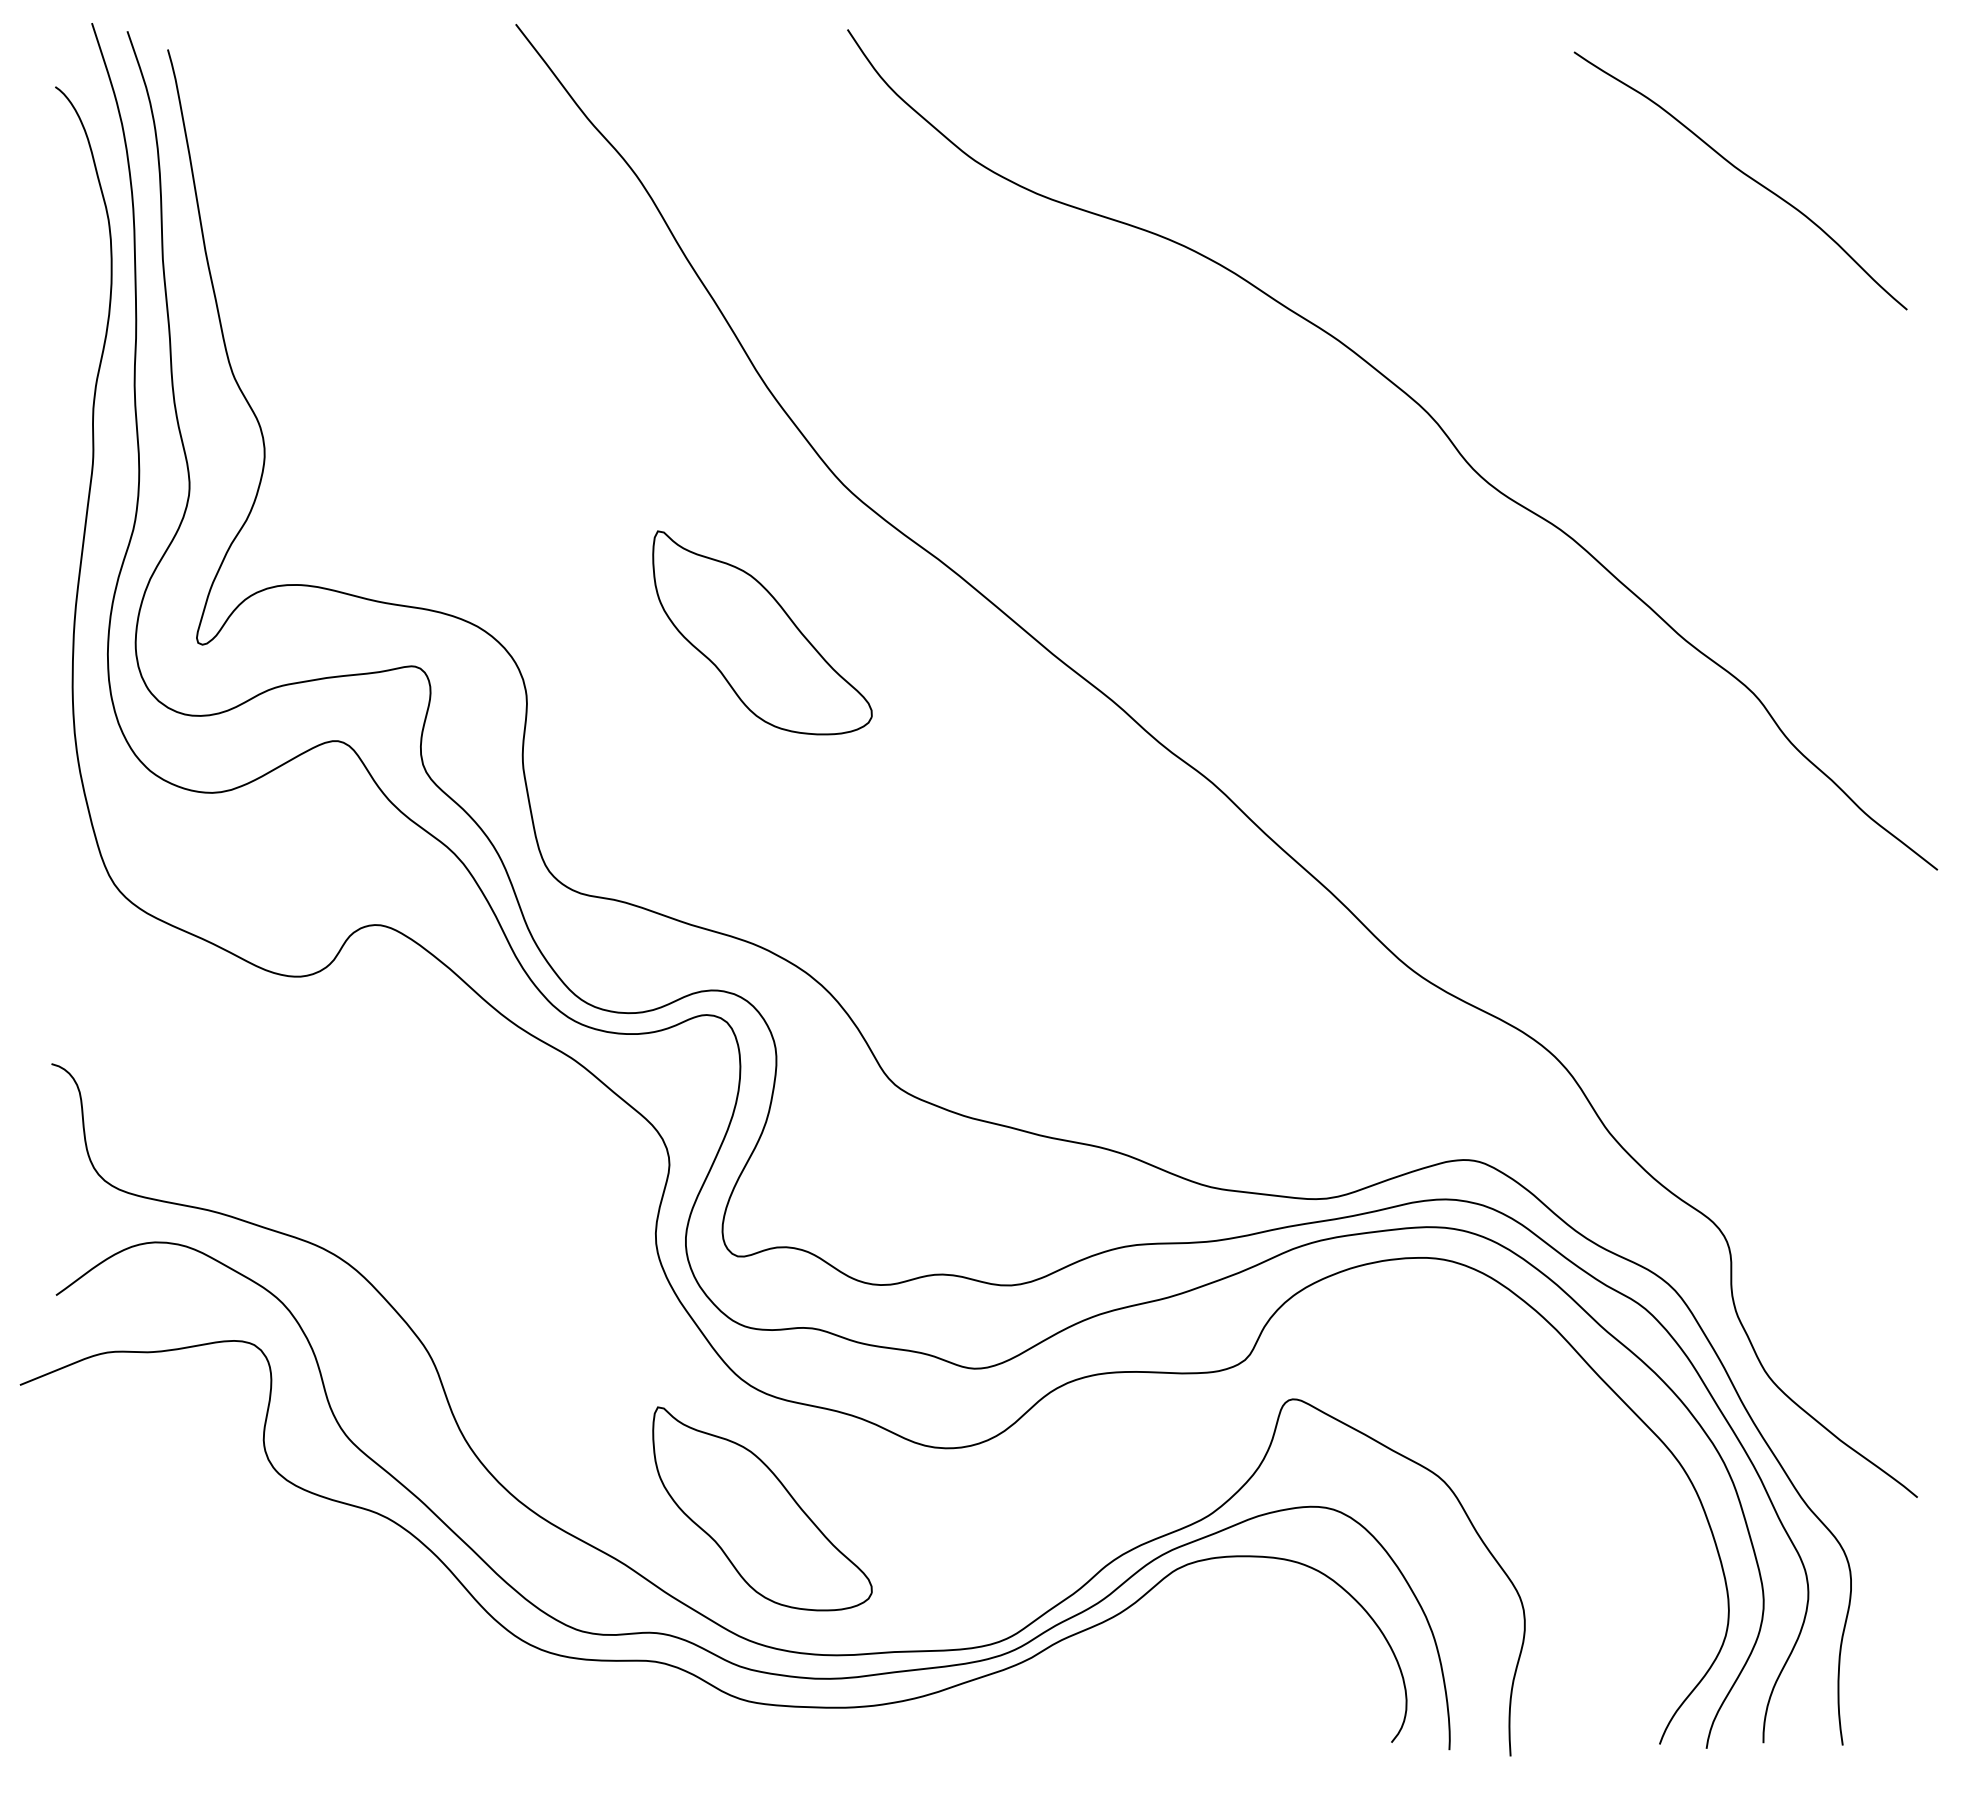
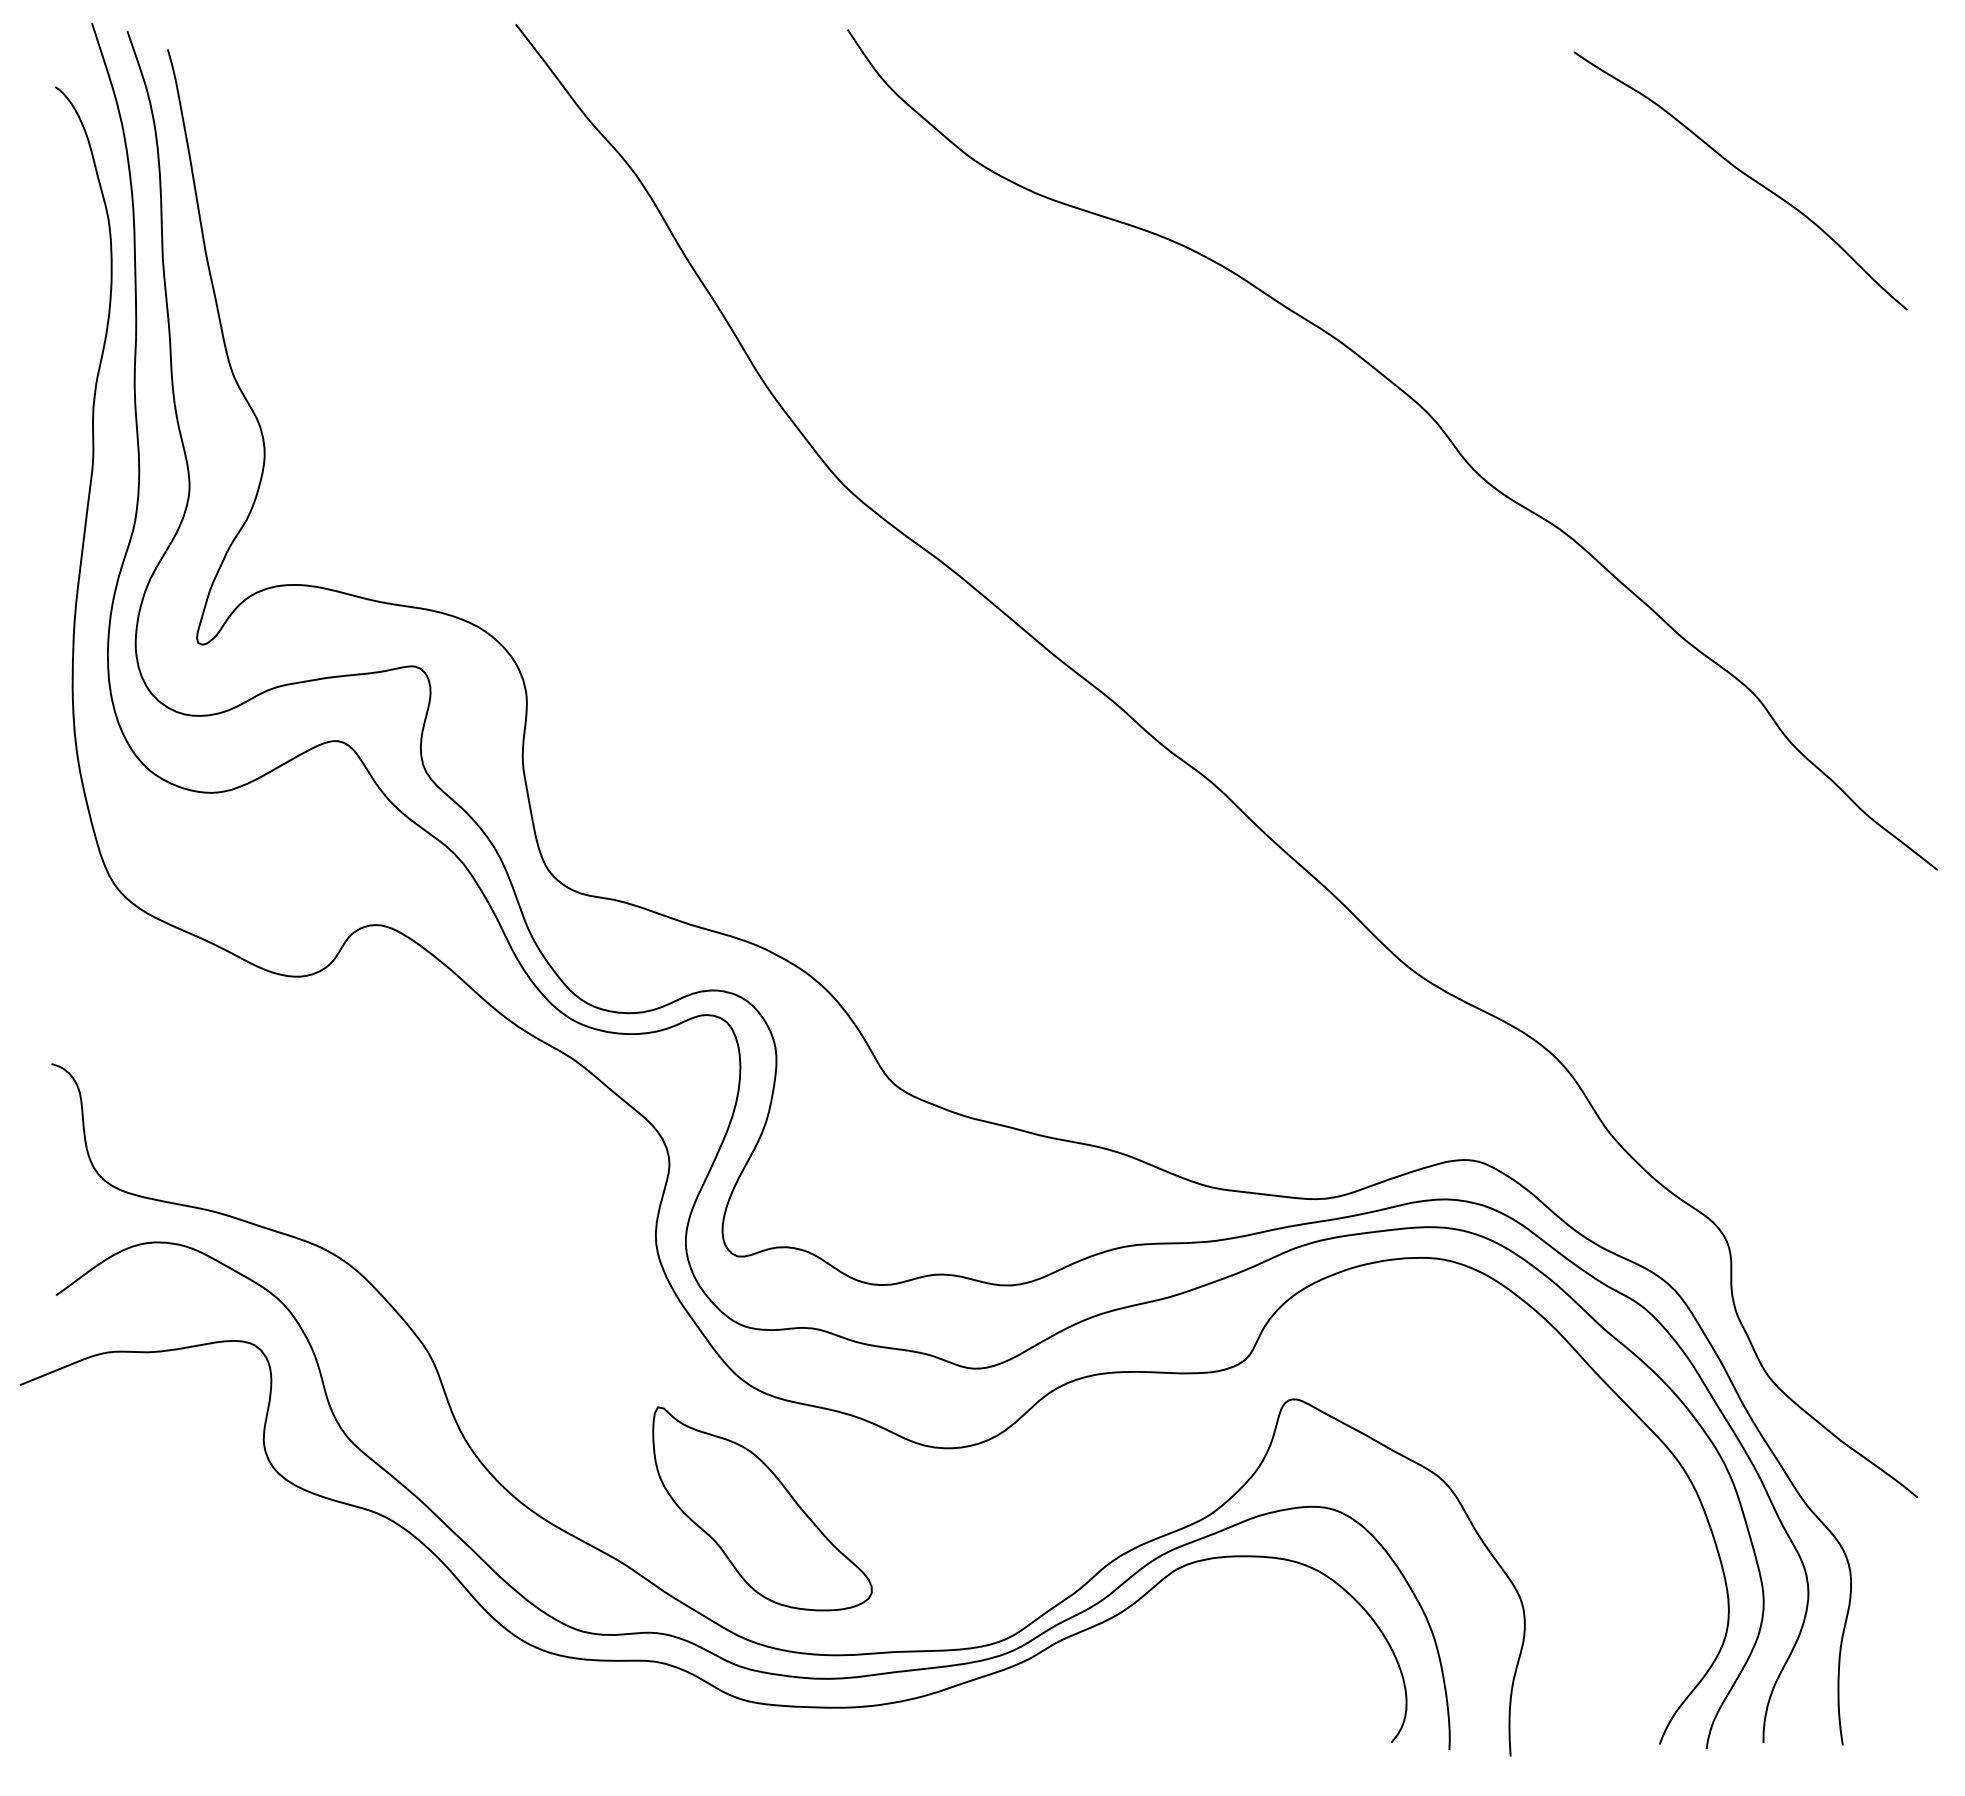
part at (762, 632): present -> none
